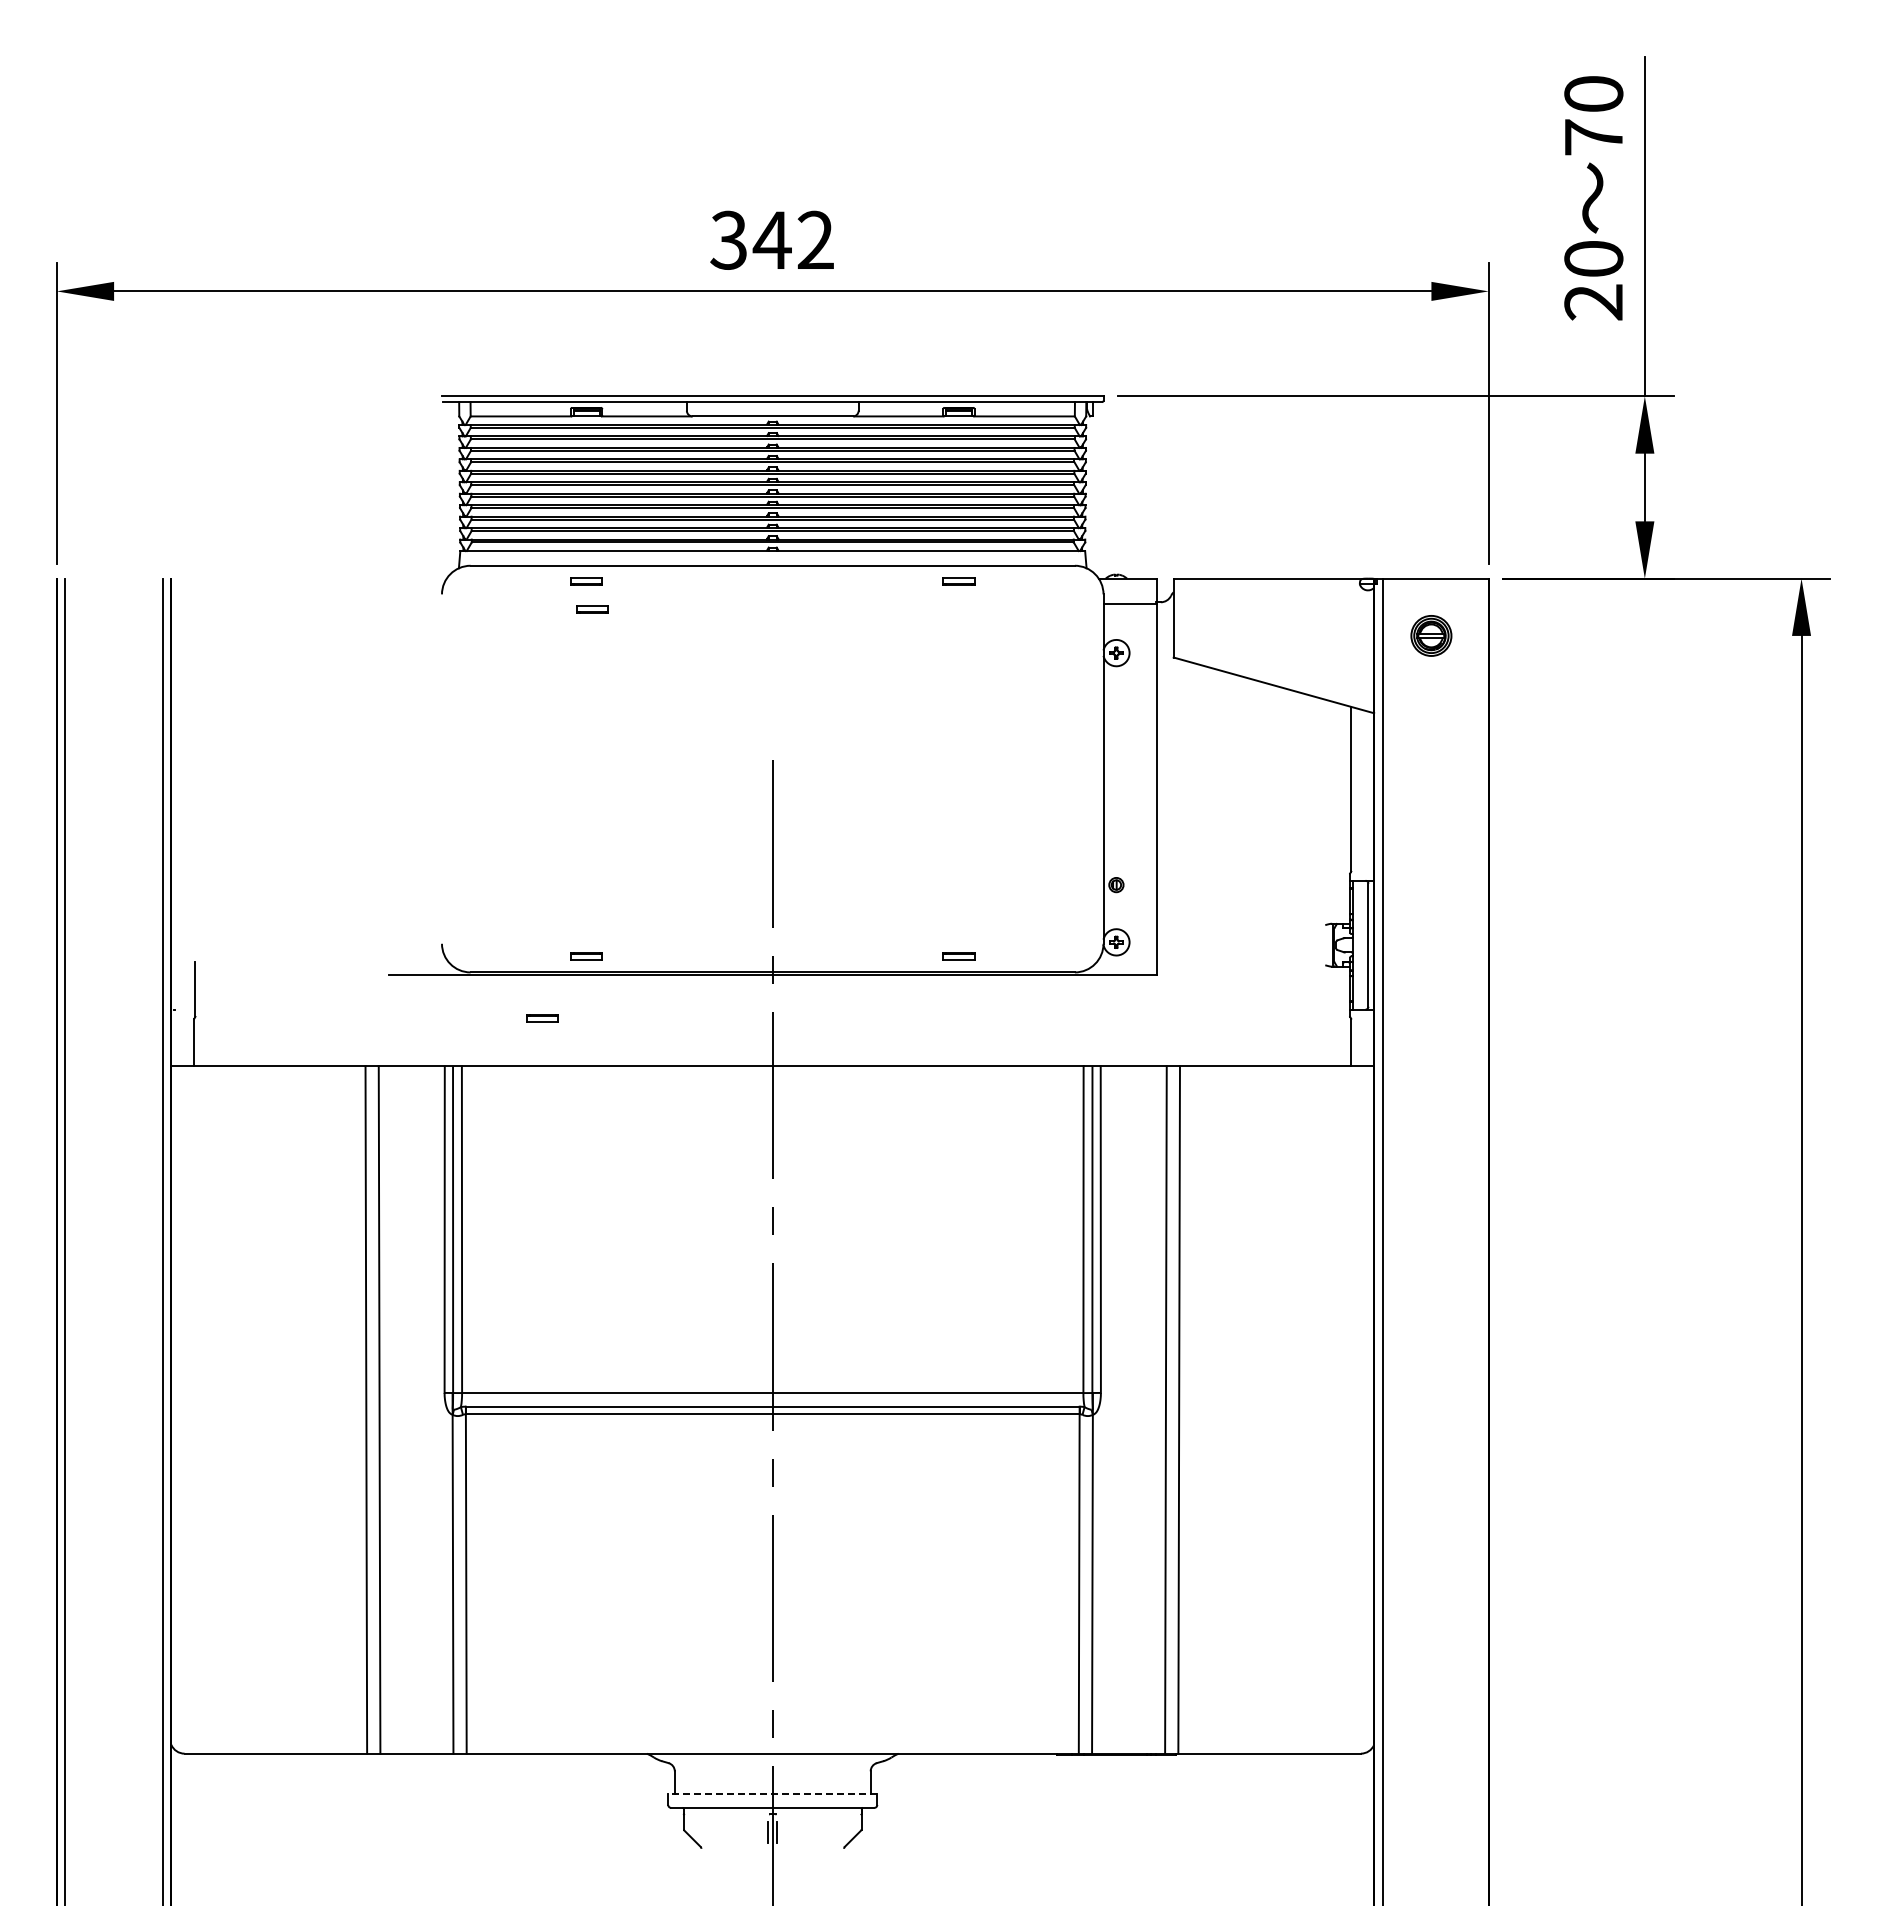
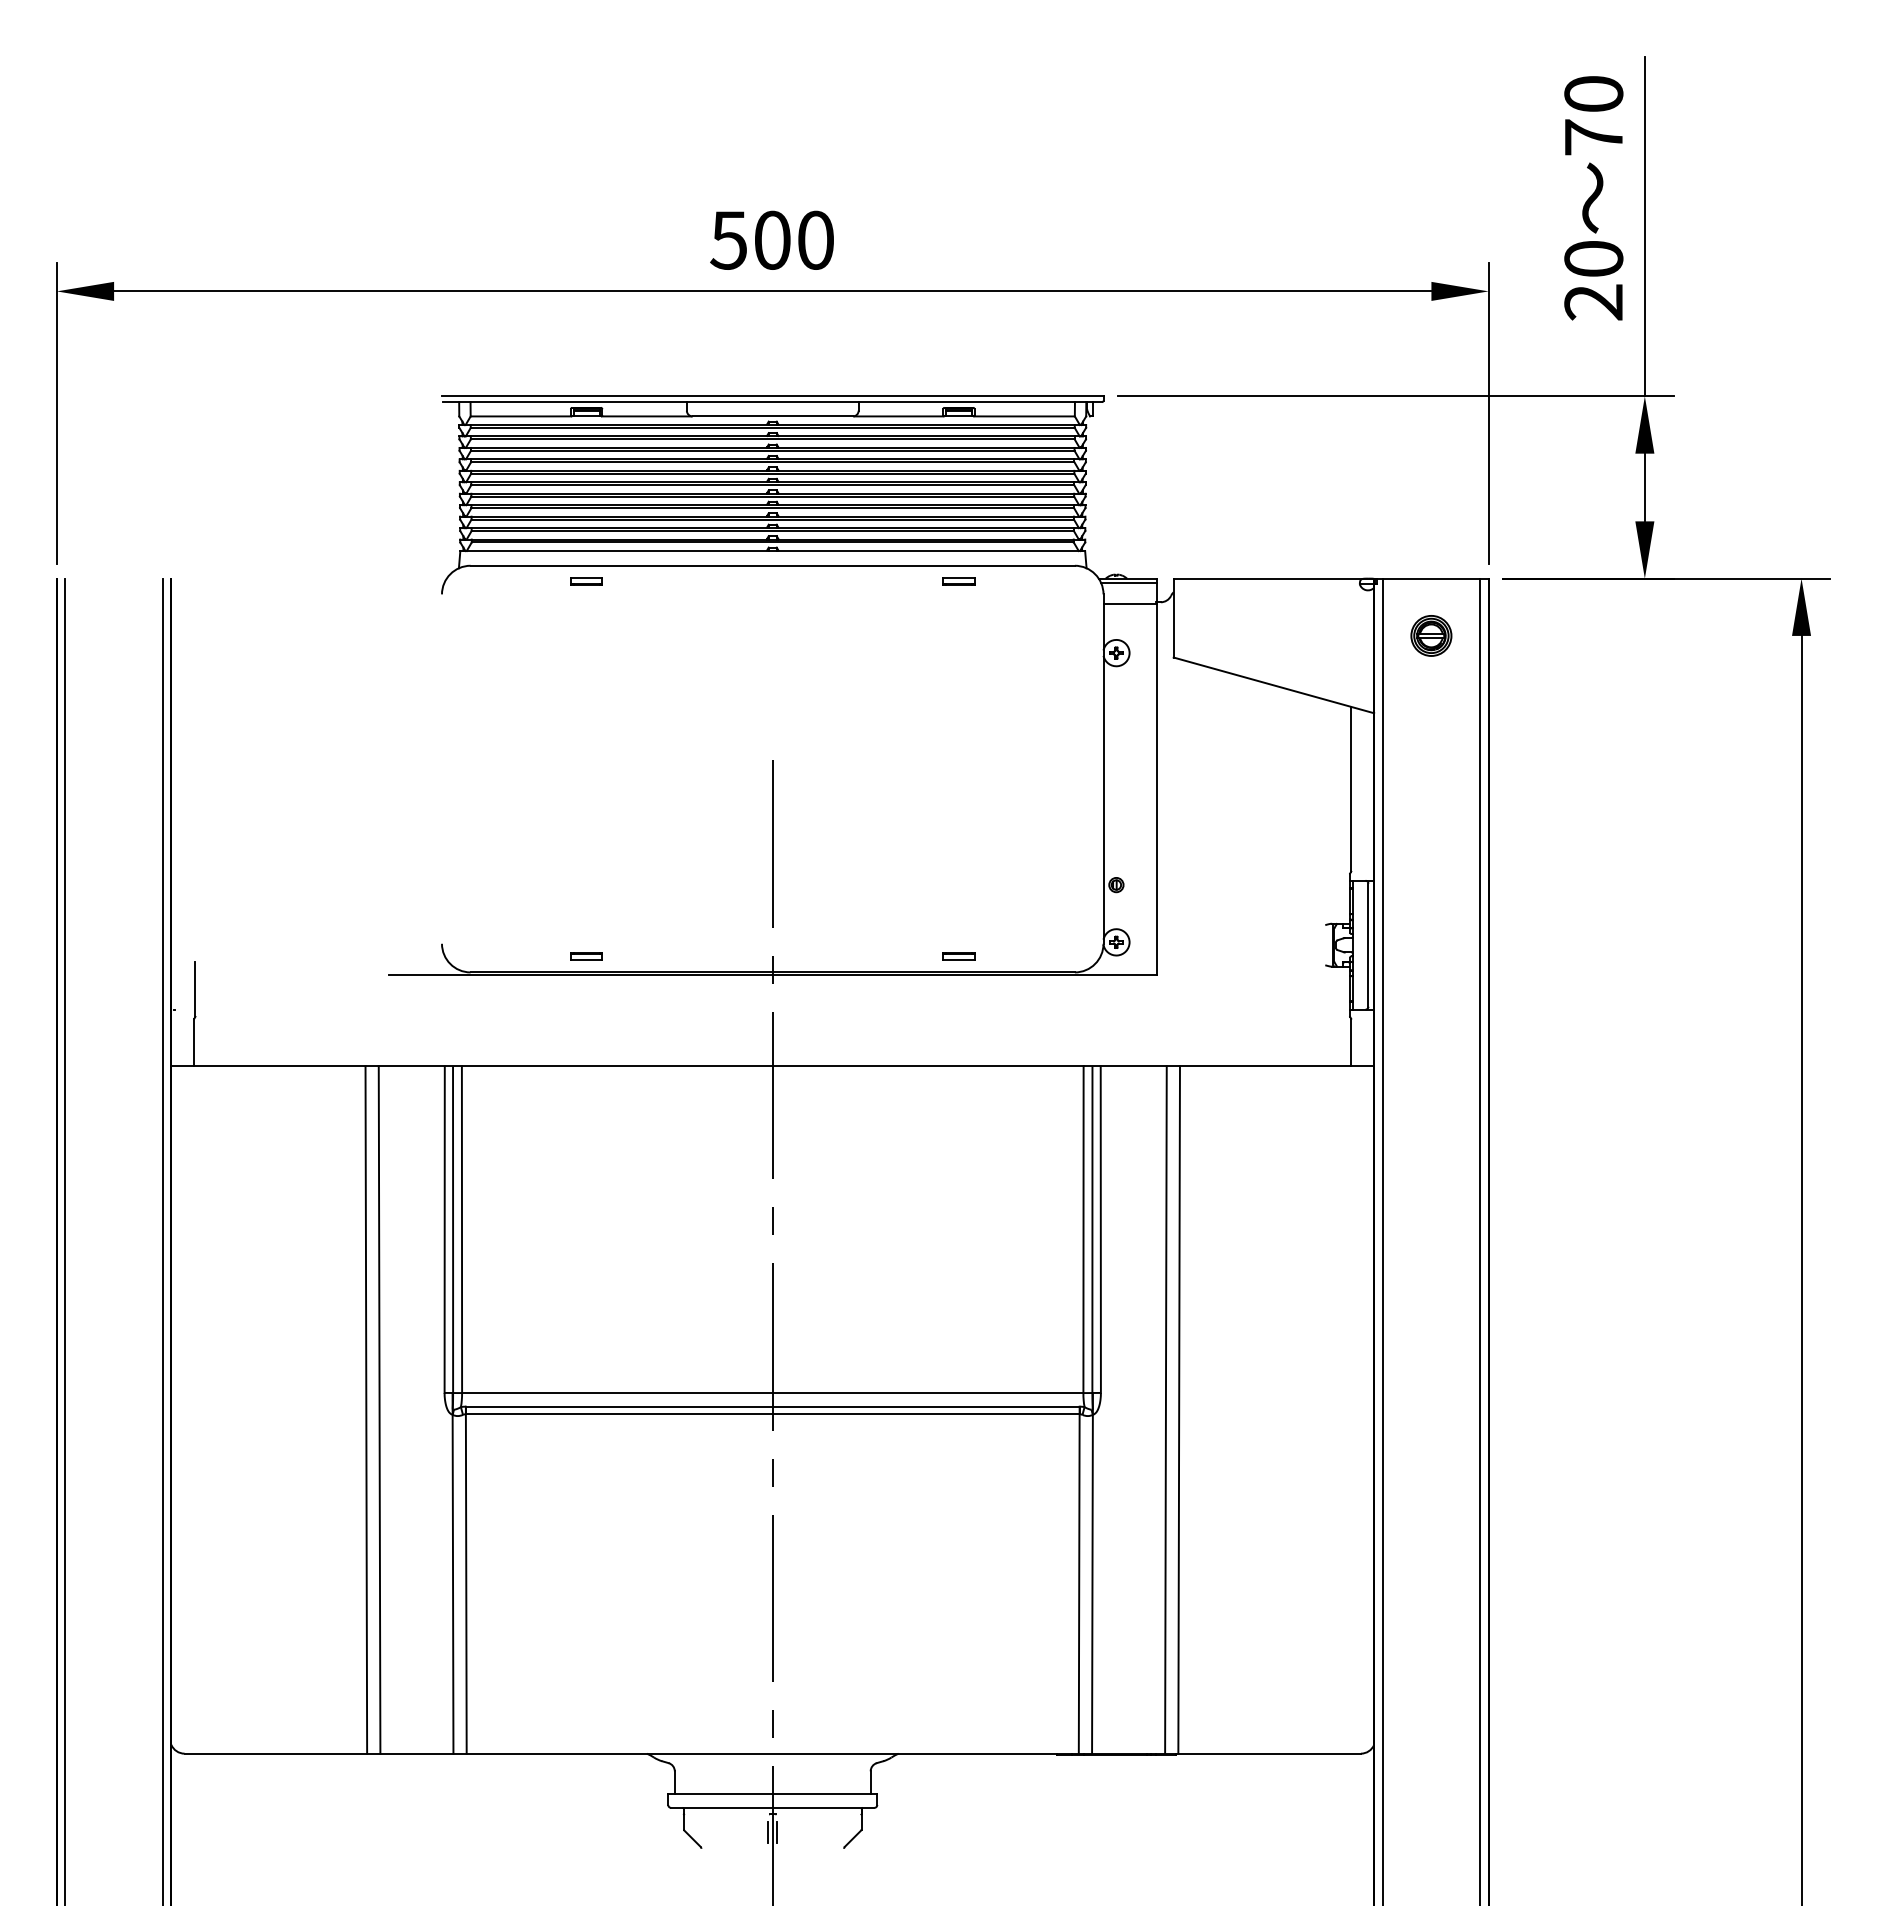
text at (771, 239): 342 -> 500
line at (1128, 582): none -> present
part at (592, 609): present -> none
part at (542, 1018): present -> none
line at (1480, 1240): none -> present
line at (772, 1793): dashed -> solid
